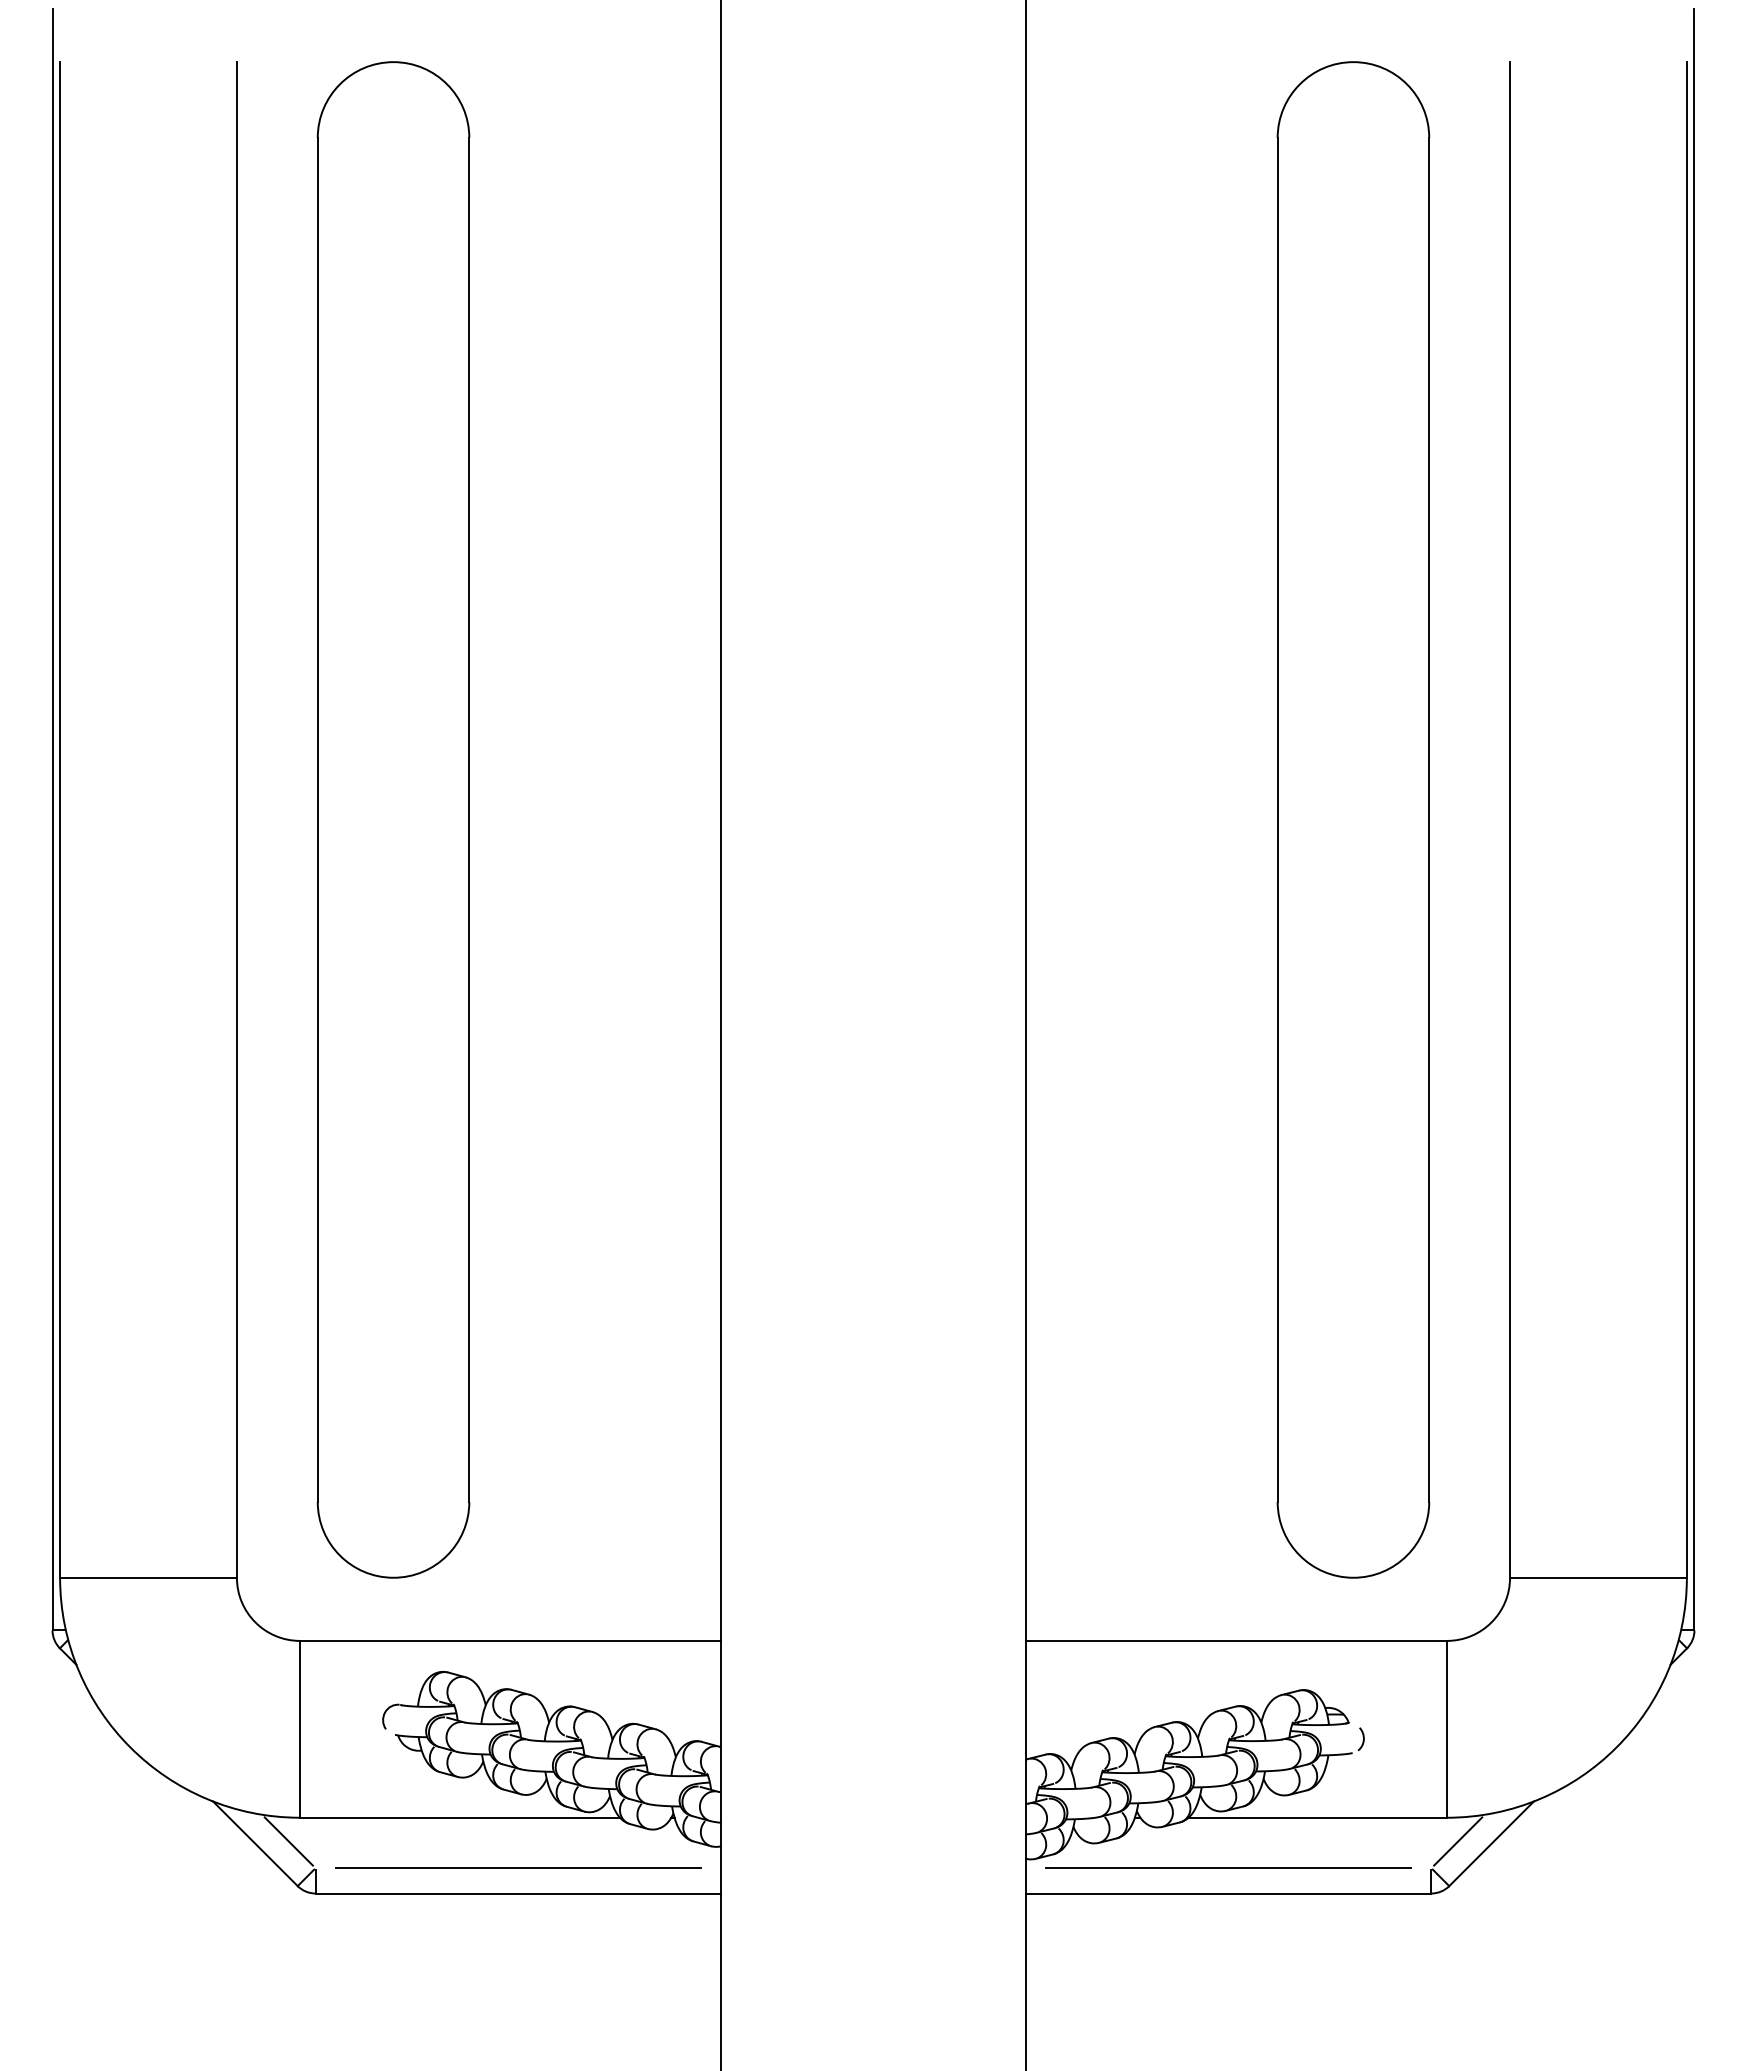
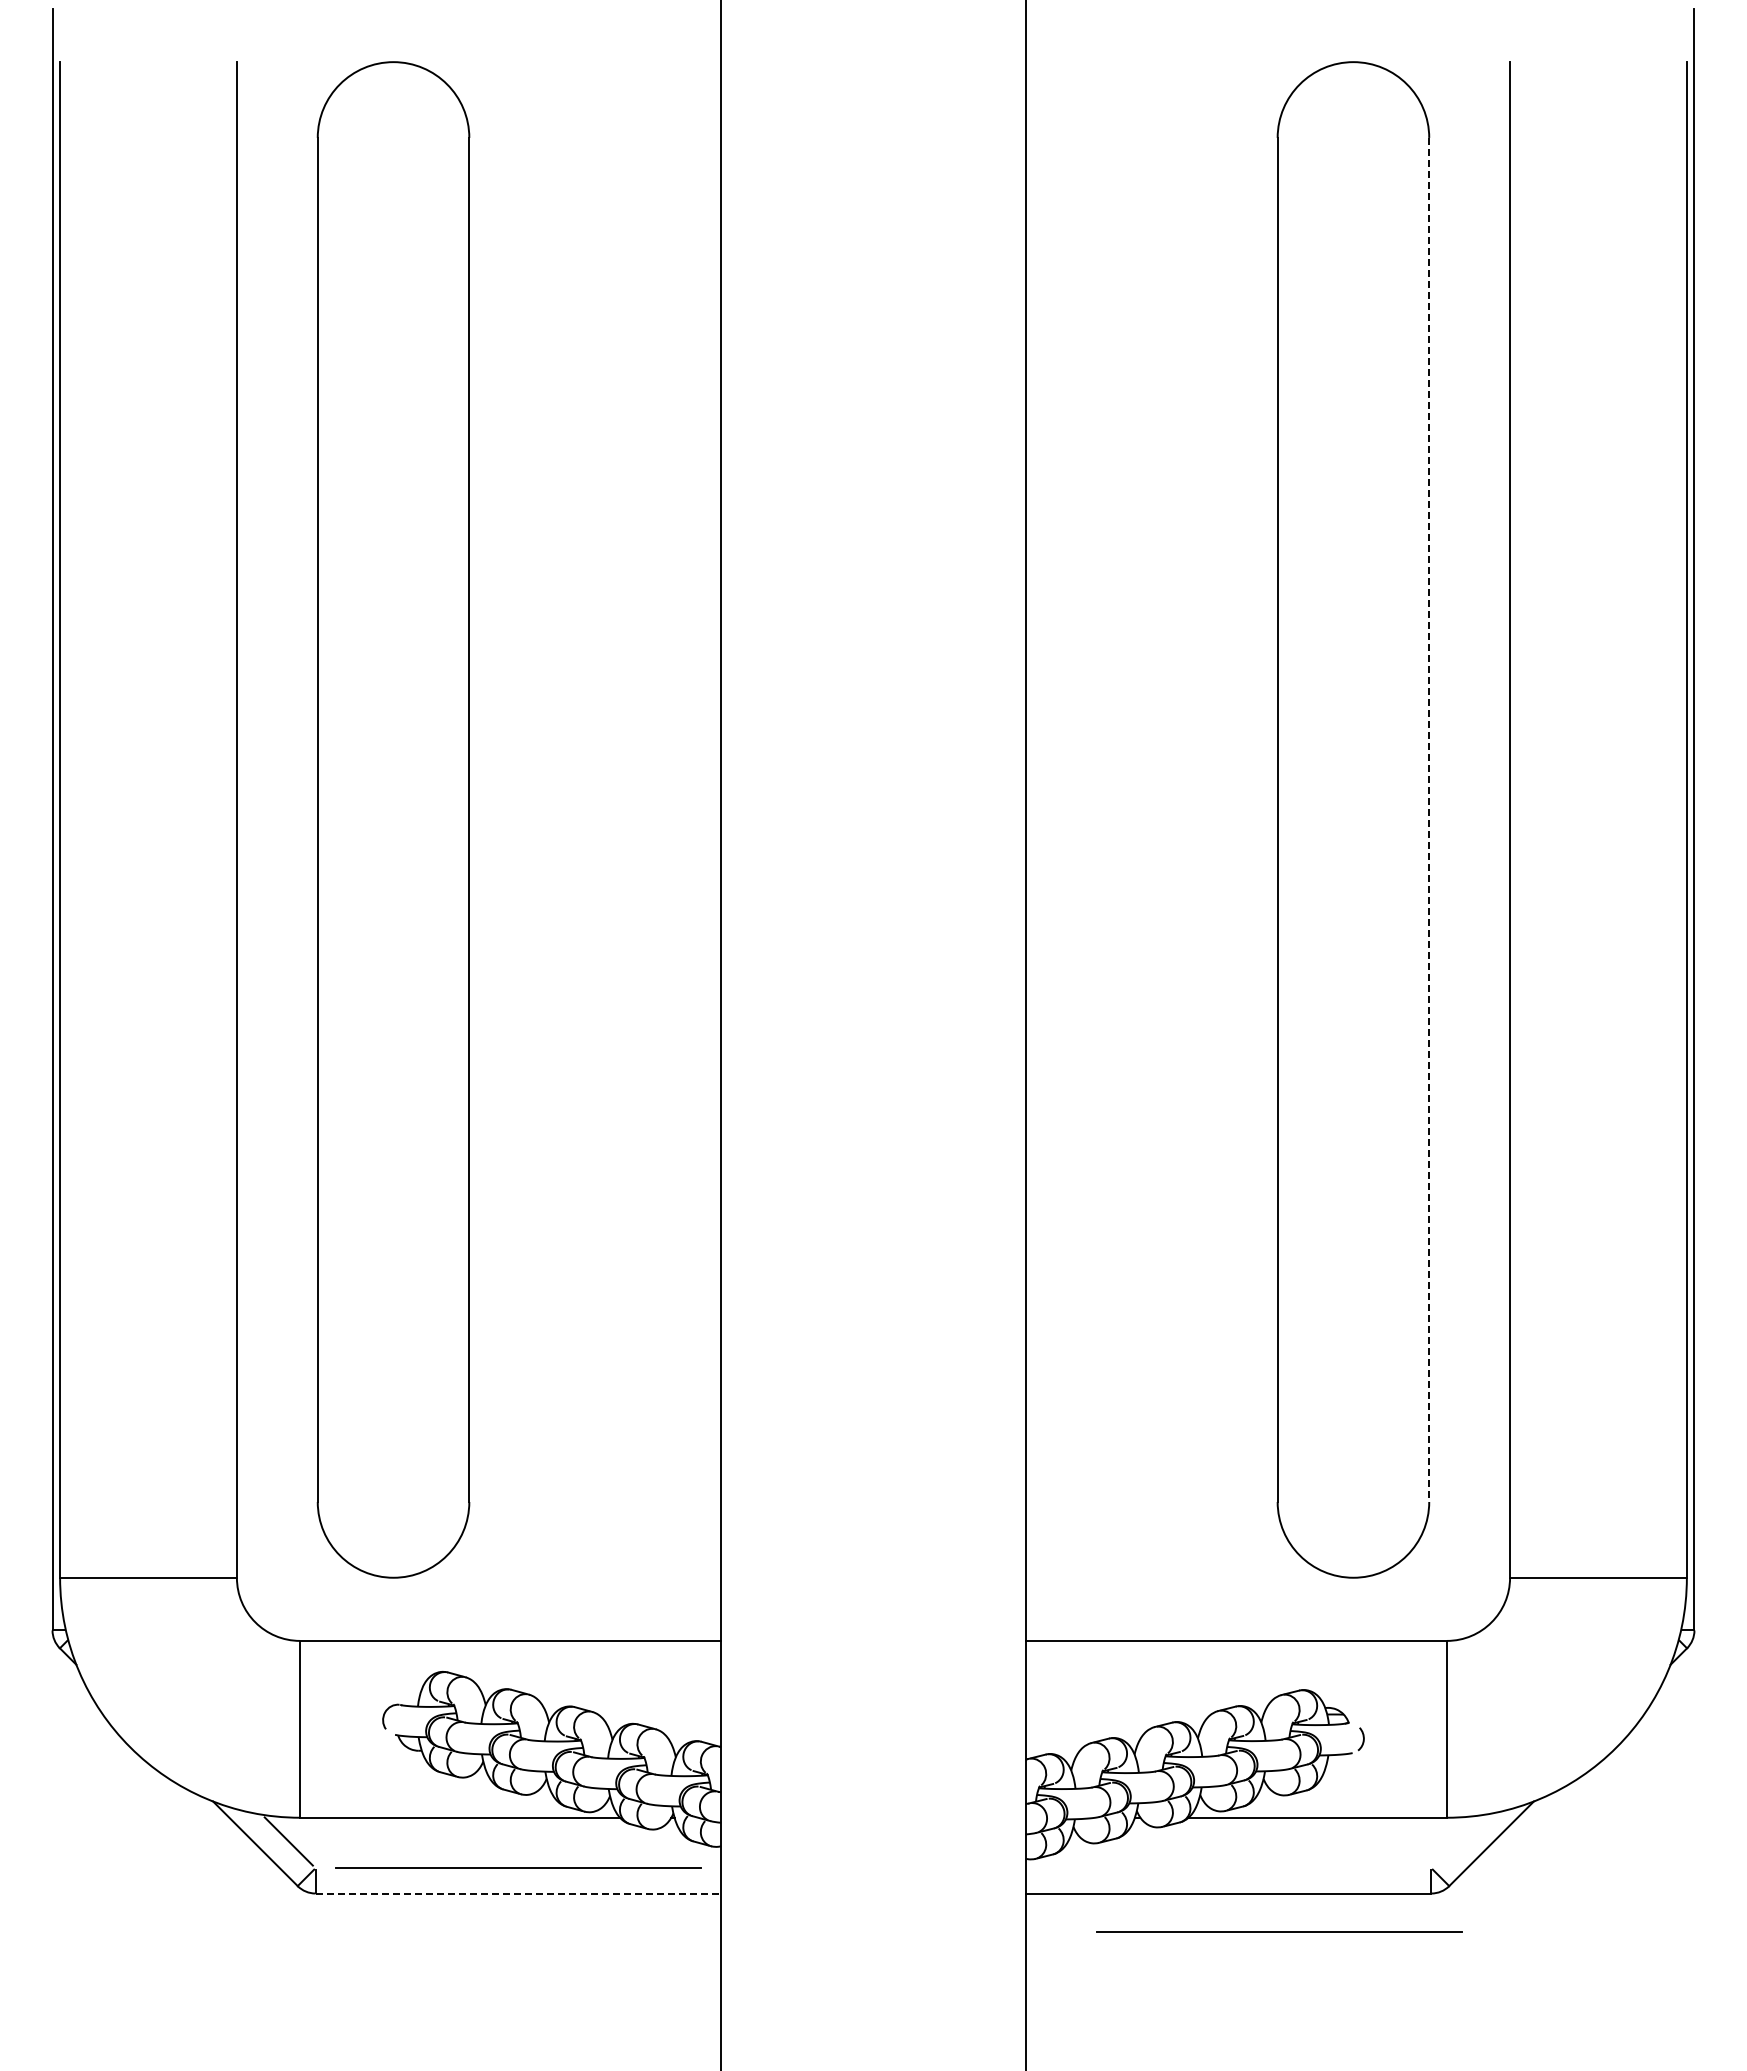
line at (1429, 820): solid -> dashed
line at (1458, 1841): present -> none
line at (1228, 1867) position: (1228, 1867) -> (1279, 1931)
line at (518, 1893): solid -> dashed
